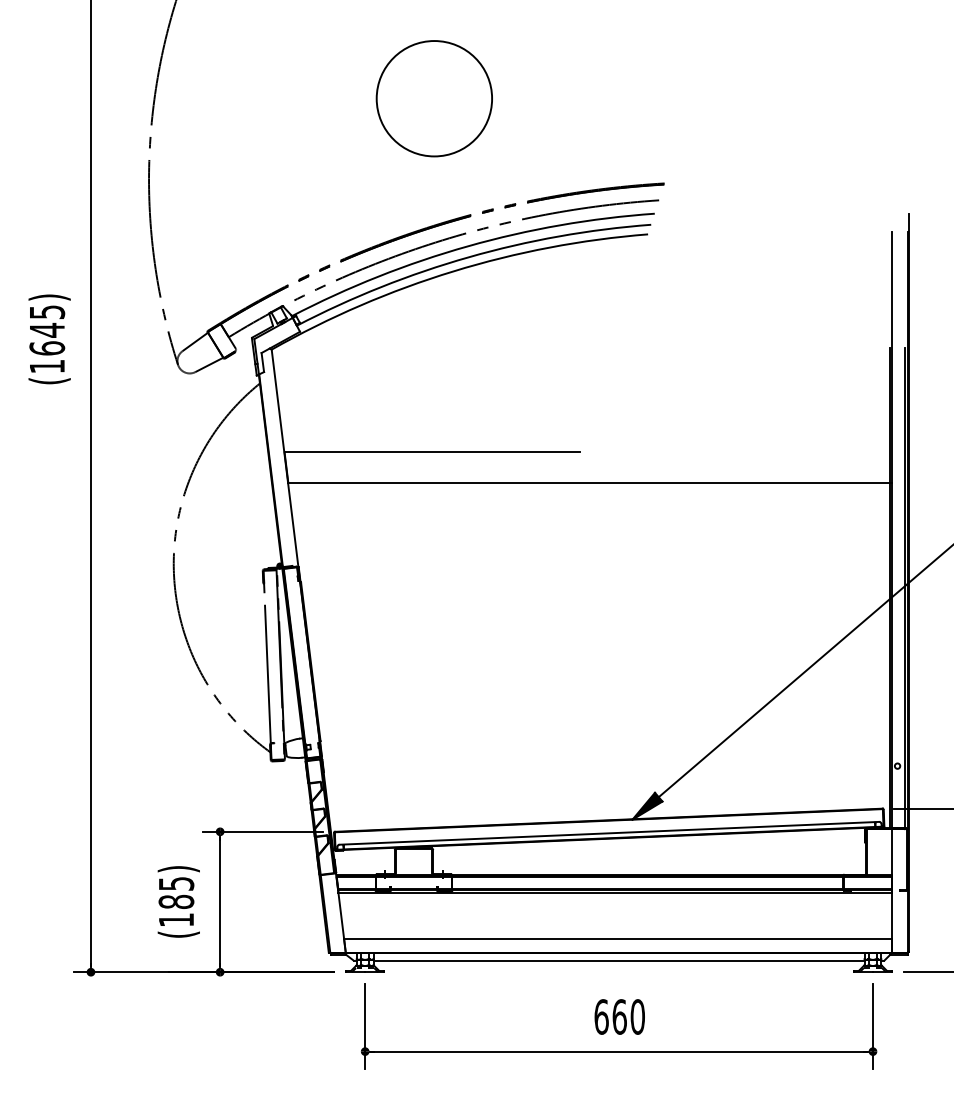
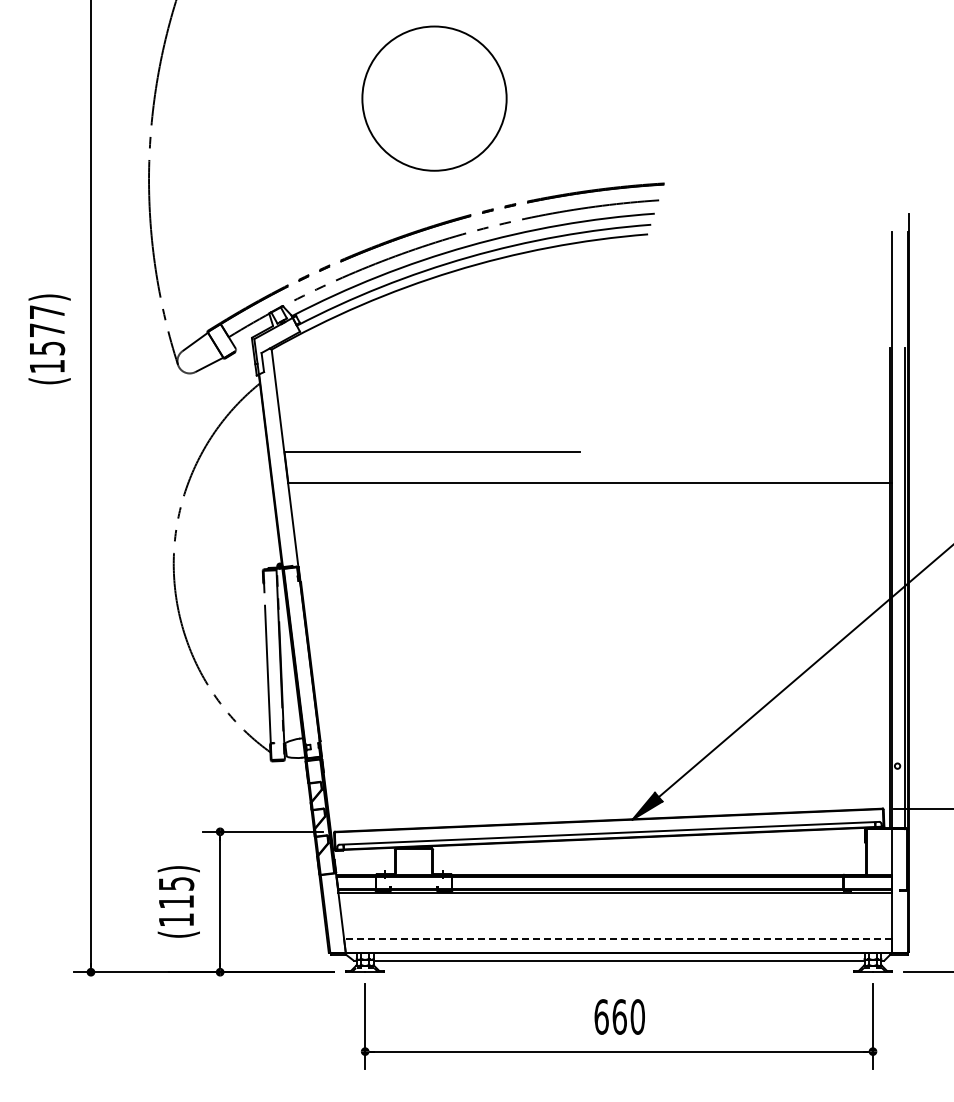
circle at (433, 98) size: 118x118 px -> 147x147 px
text at (47, 330): (1645) -> (1577)
text at (176, 901): (185) -> (115)
line at (617, 939): solid -> dashed
